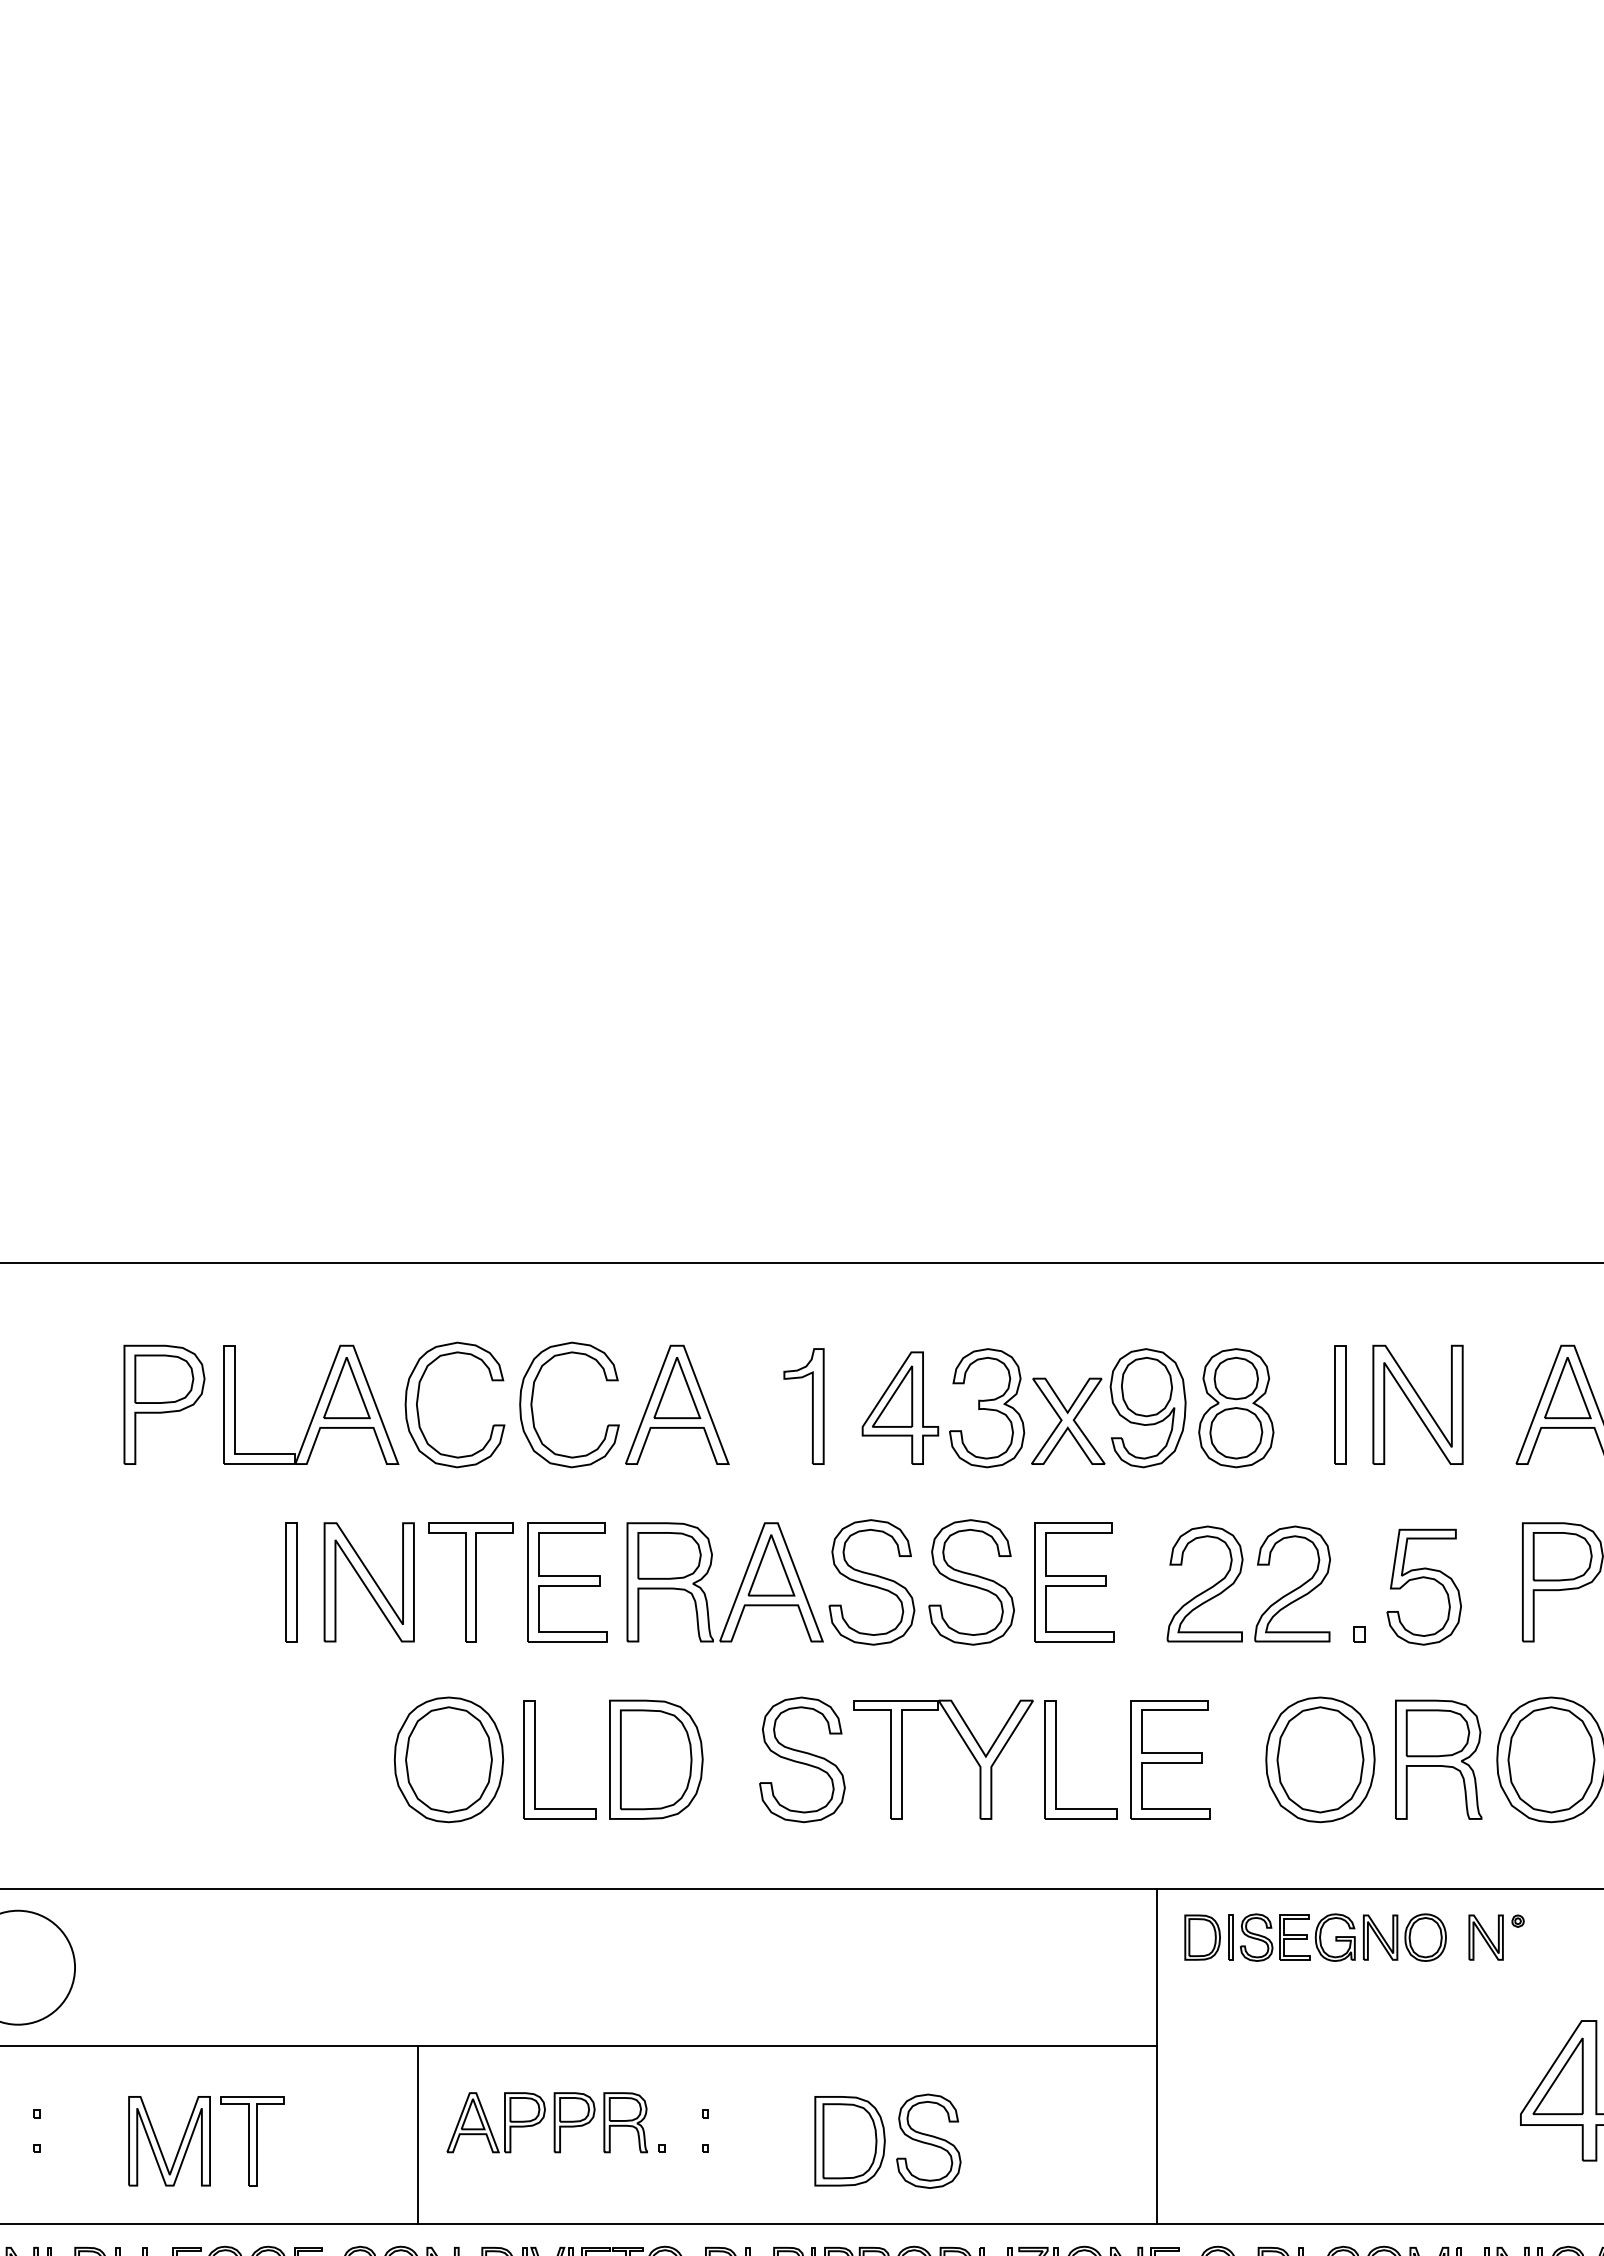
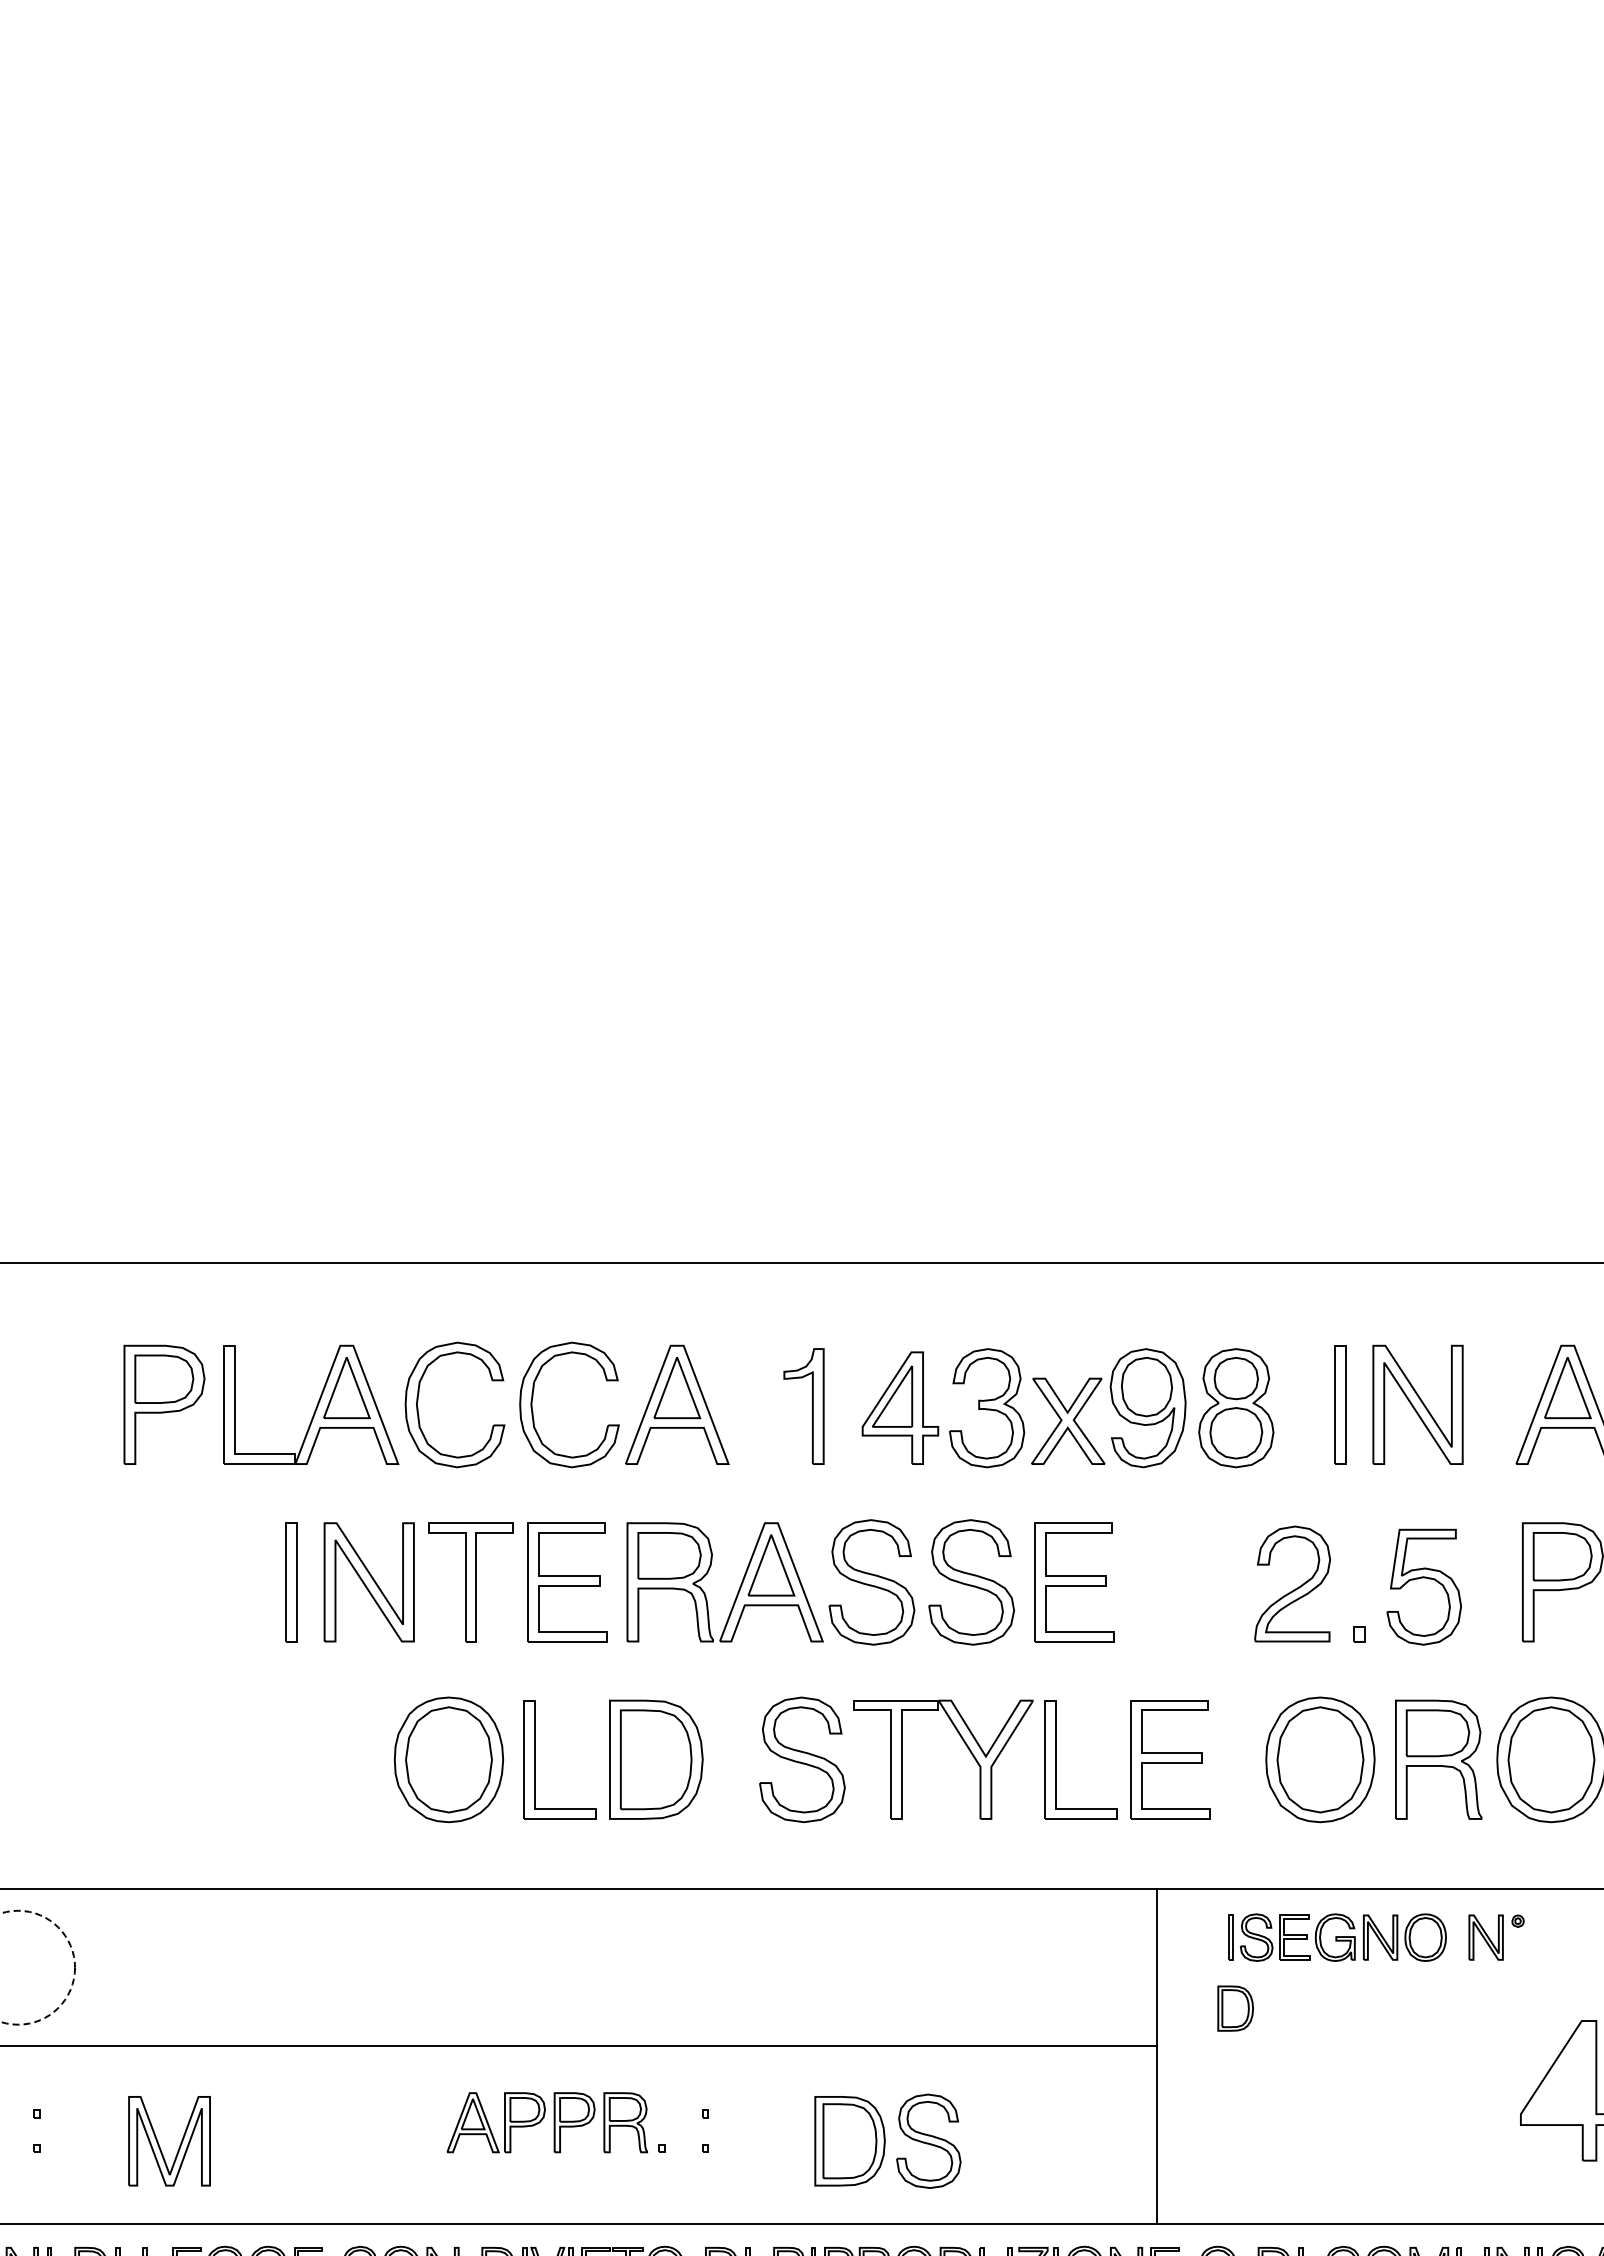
part at (1204, 1583): present -> none
part at (1202, 1937) position: (1202, 1937) -> (1235, 2008)
circle at (37, 1967): solid -> dashed
part at (1557, 2076): present -> none
line at (418, 2134): present -> none
part at (252, 2141): present -> none
